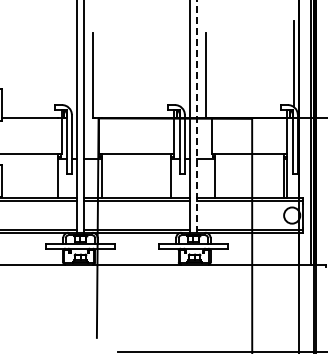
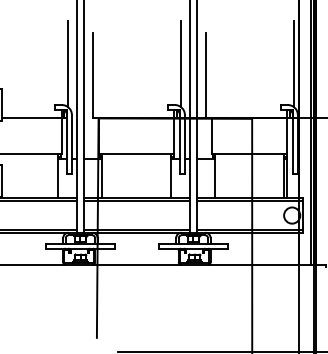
line at (68, 64): none -> present
line at (181, 64): none -> present
line at (197, 115): dashed -> solid
